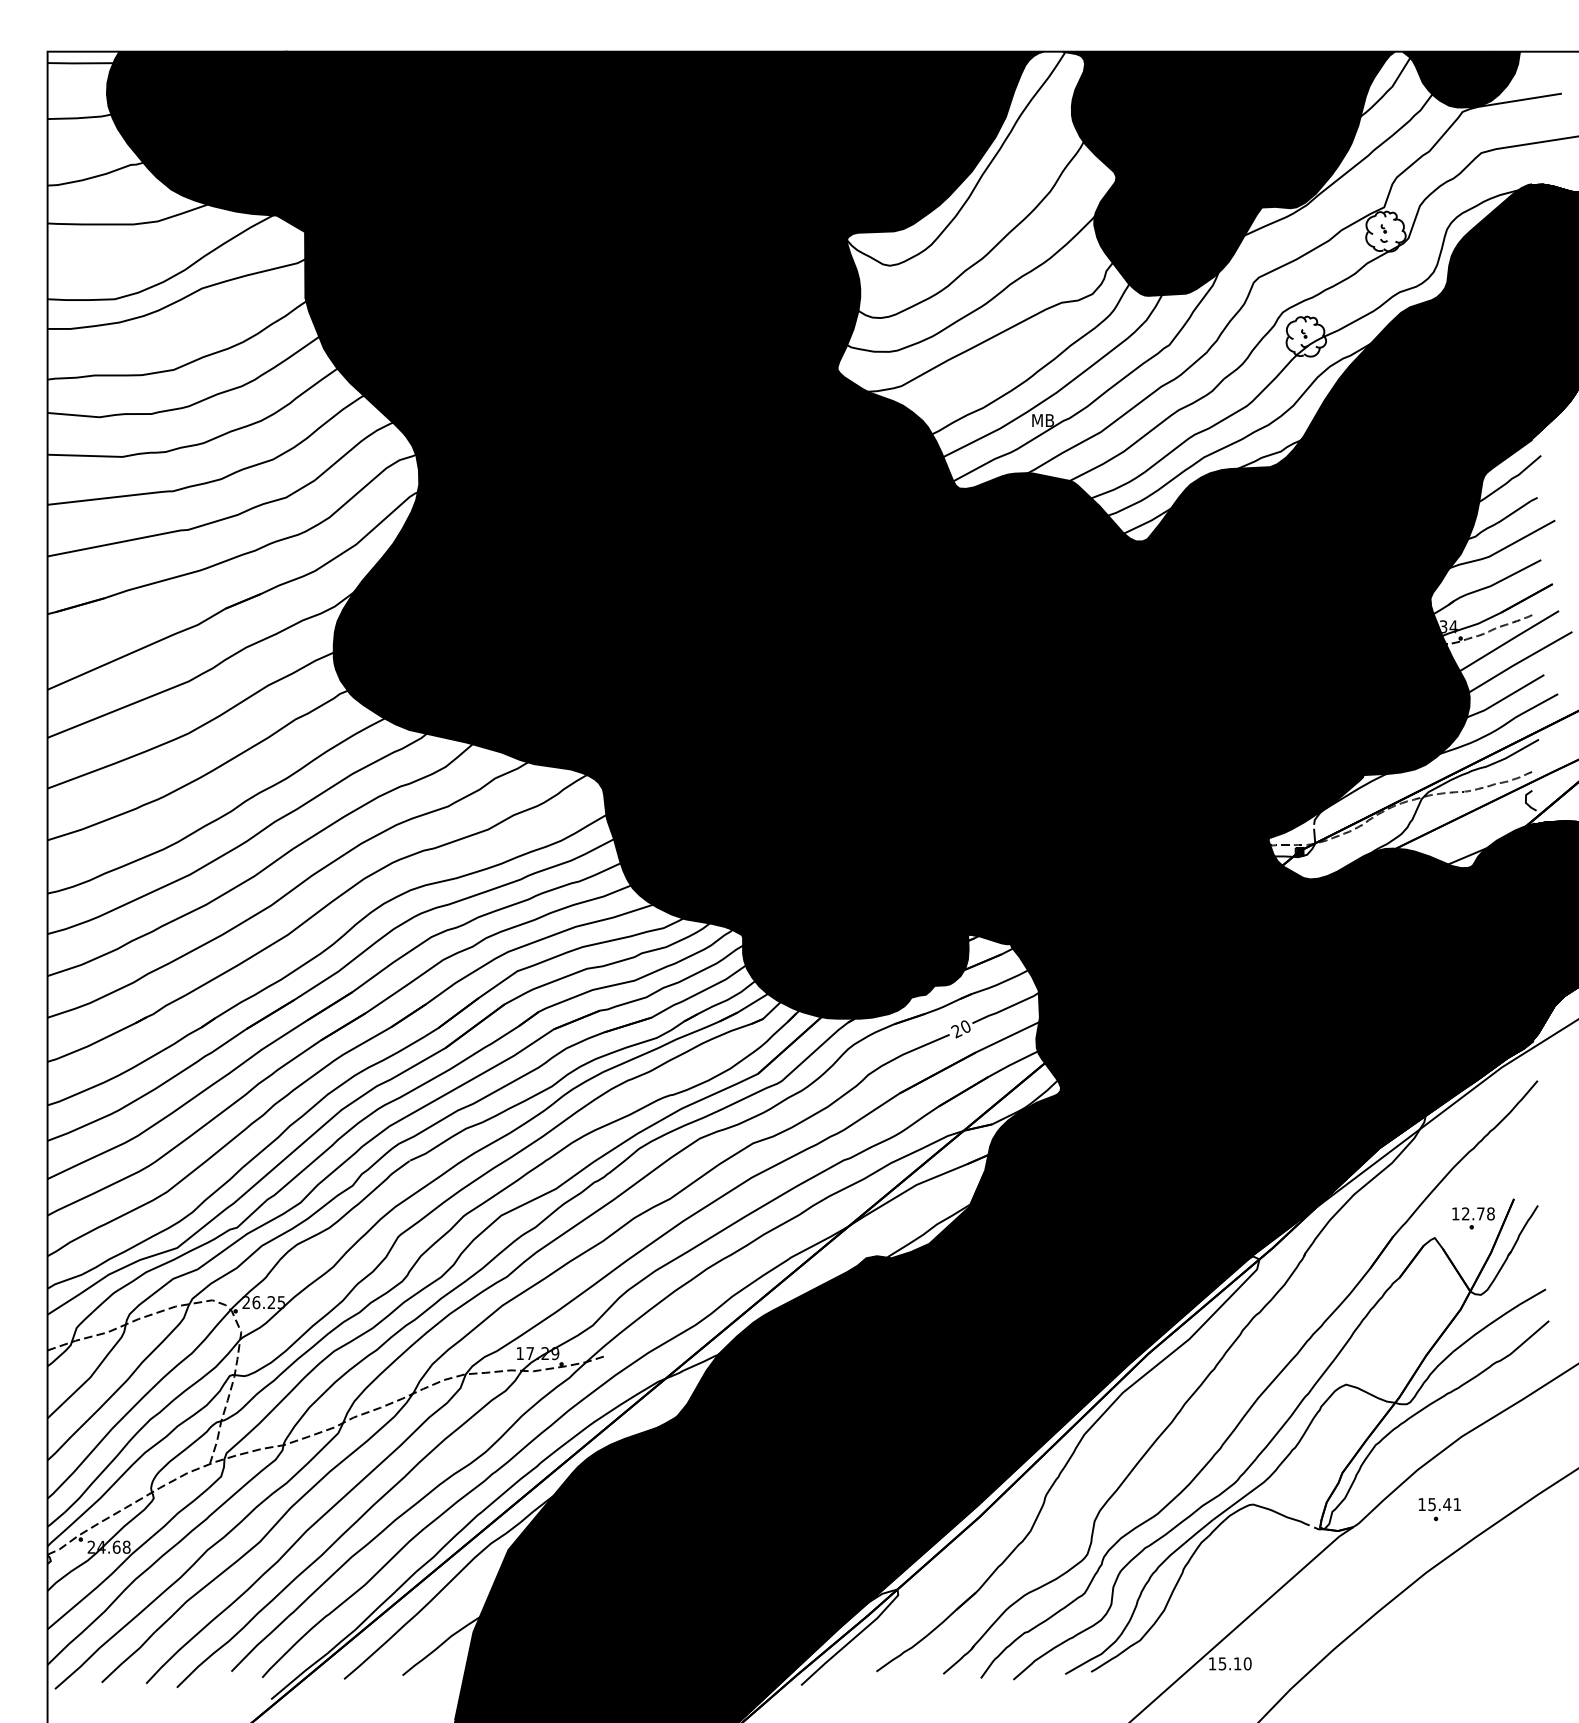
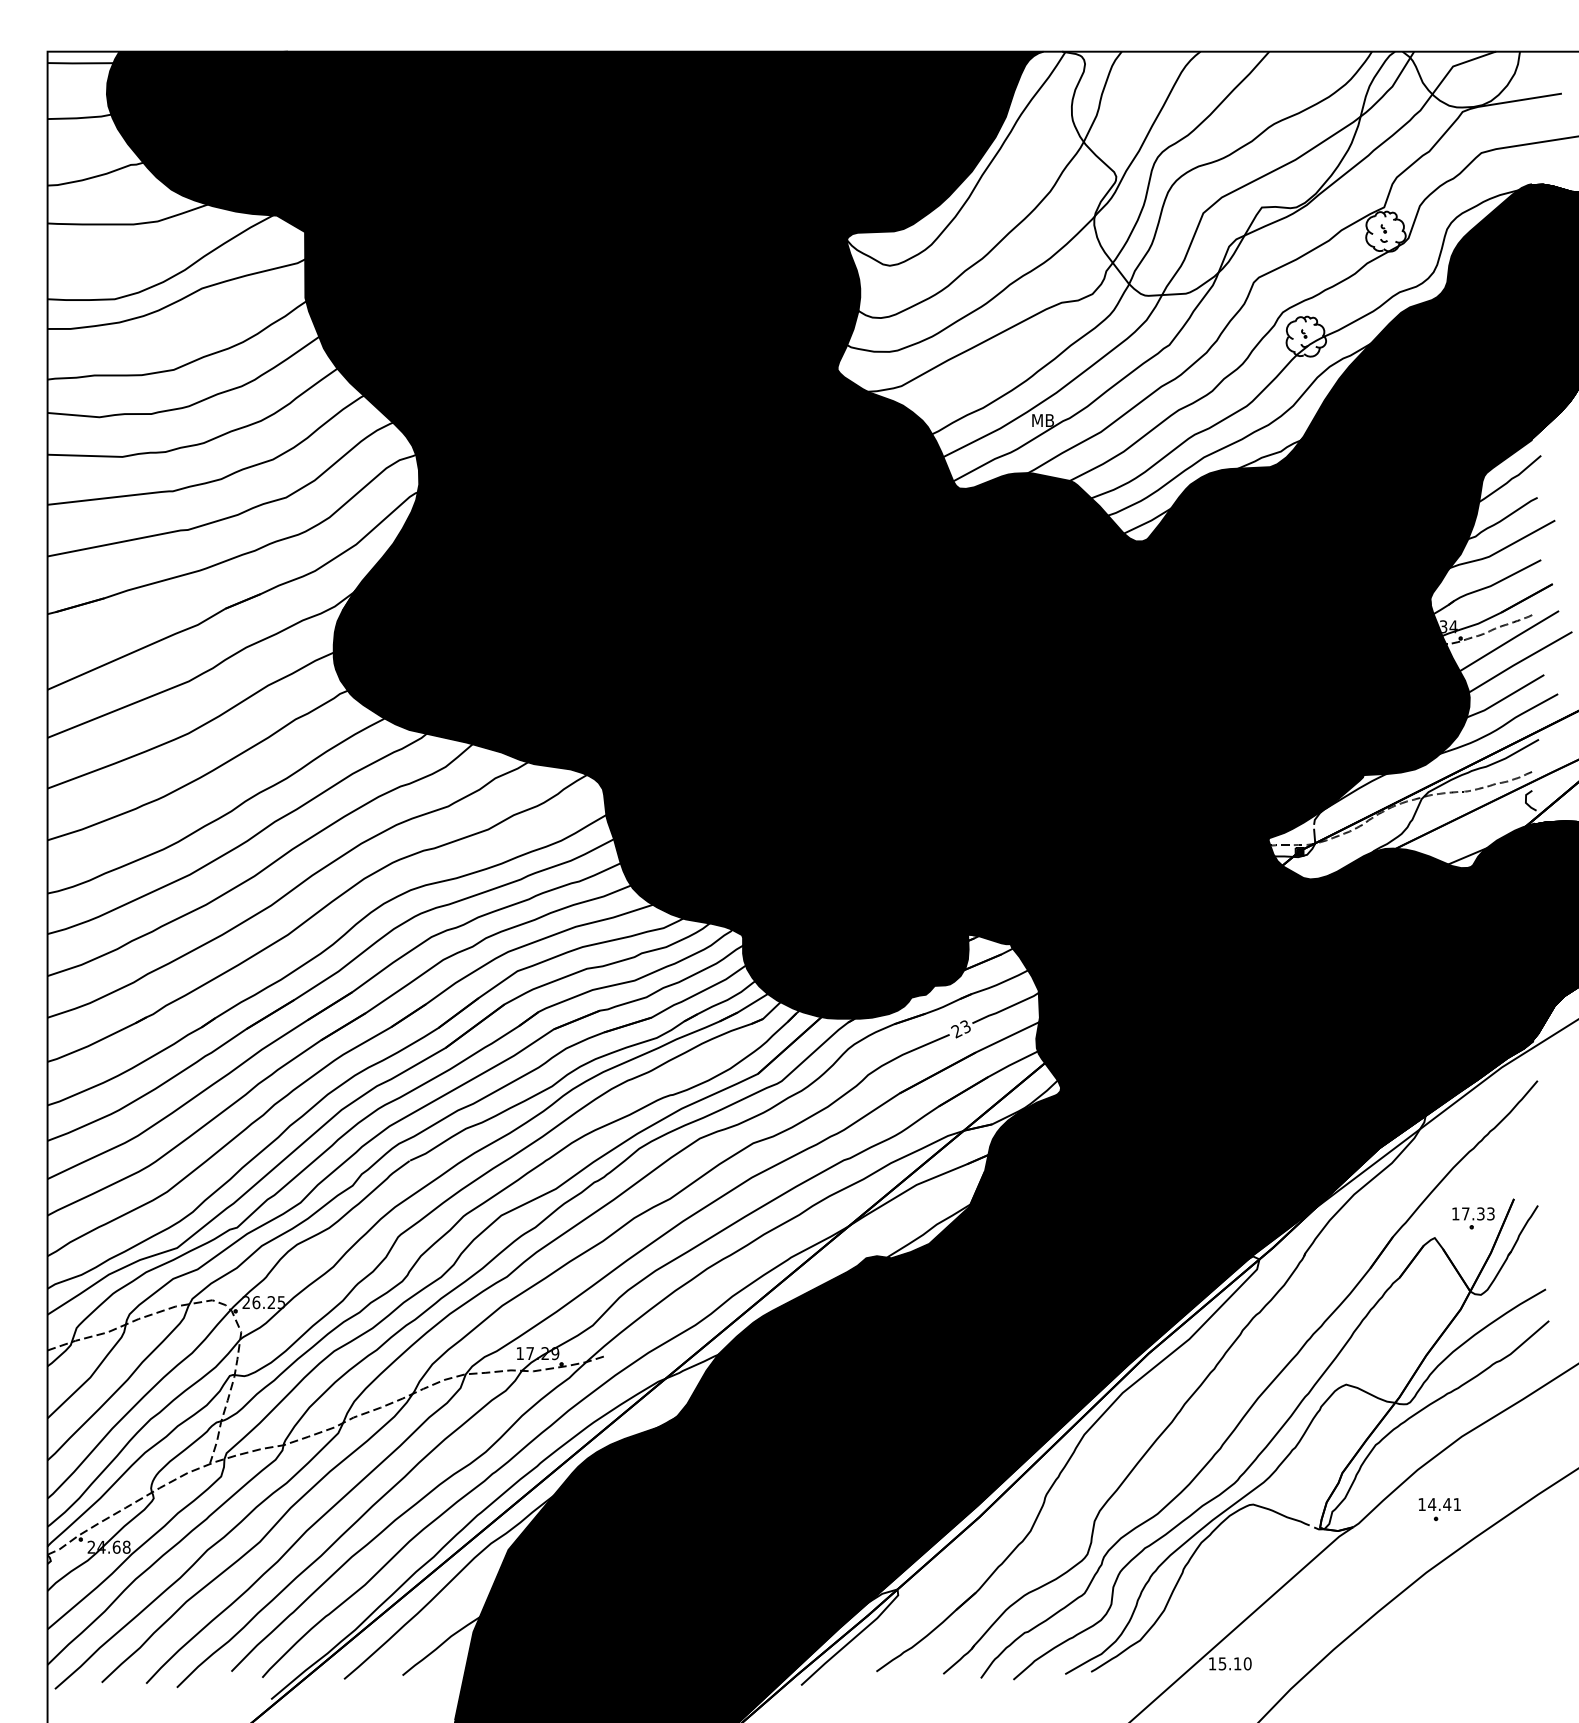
fill at (1461, 79): present -> none
fill at (1228, 173): present -> none
text at (965, 1026): 20 -> 23
text at (1478, 1213): 12.78 -> 17.33
text at (1432, 1504): 15.41 -> 14.41
